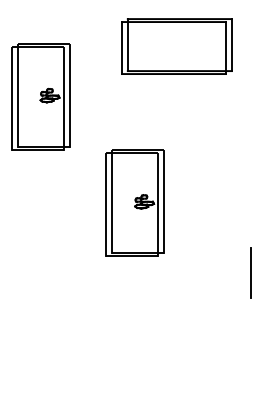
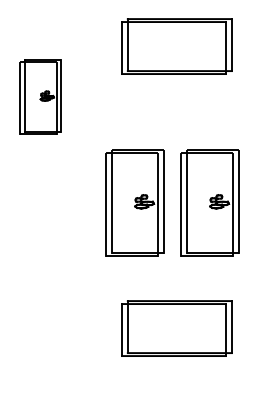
part at (40, 96) size: 60x108 px -> 43x76 px
part at (209, 202): none -> present
line at (250, 272): present -> none
part at (176, 328): none -> present
